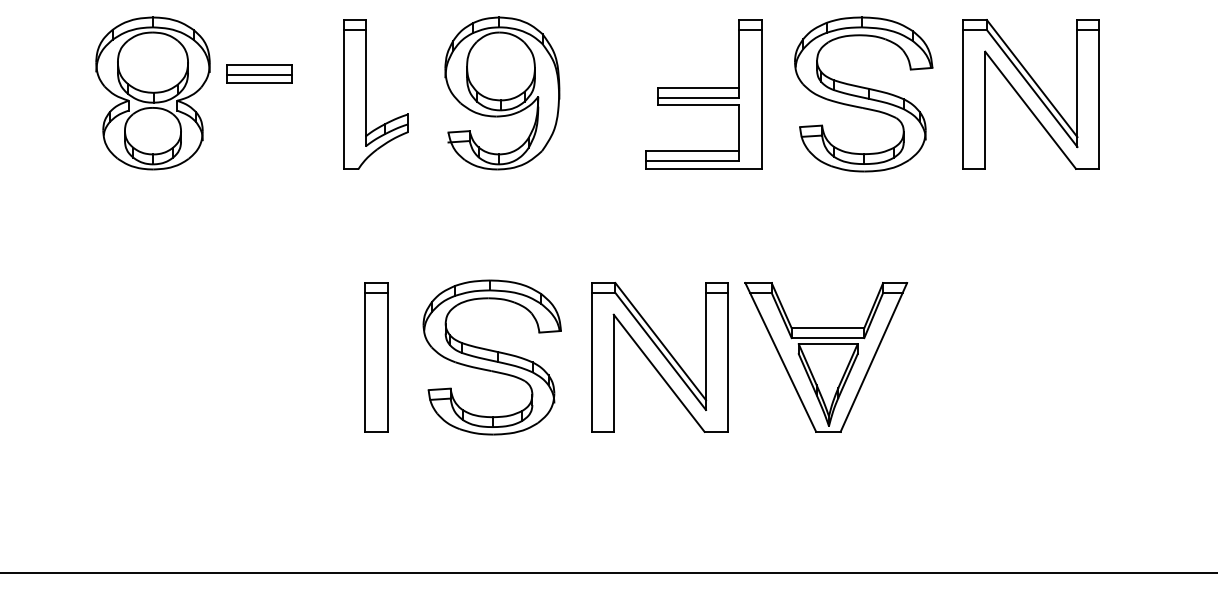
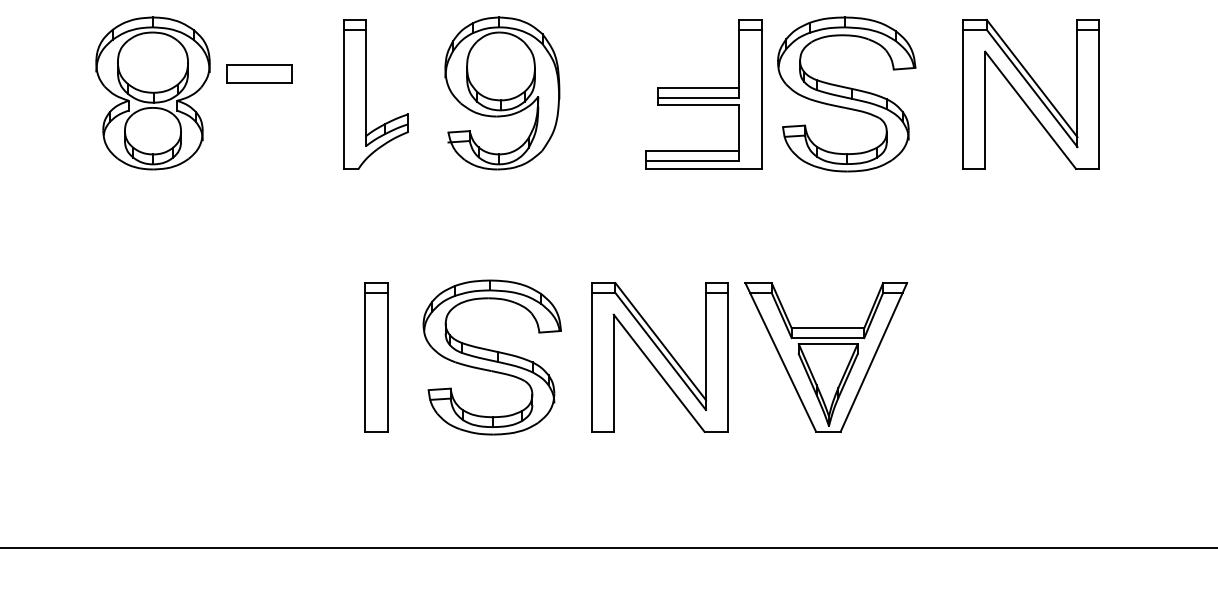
line at (259, 74): present -> none
part at (863, 94) position: (863, 94) -> (846, 94)
line at (608, 573) position: (608, 573) -> (608, 548)
